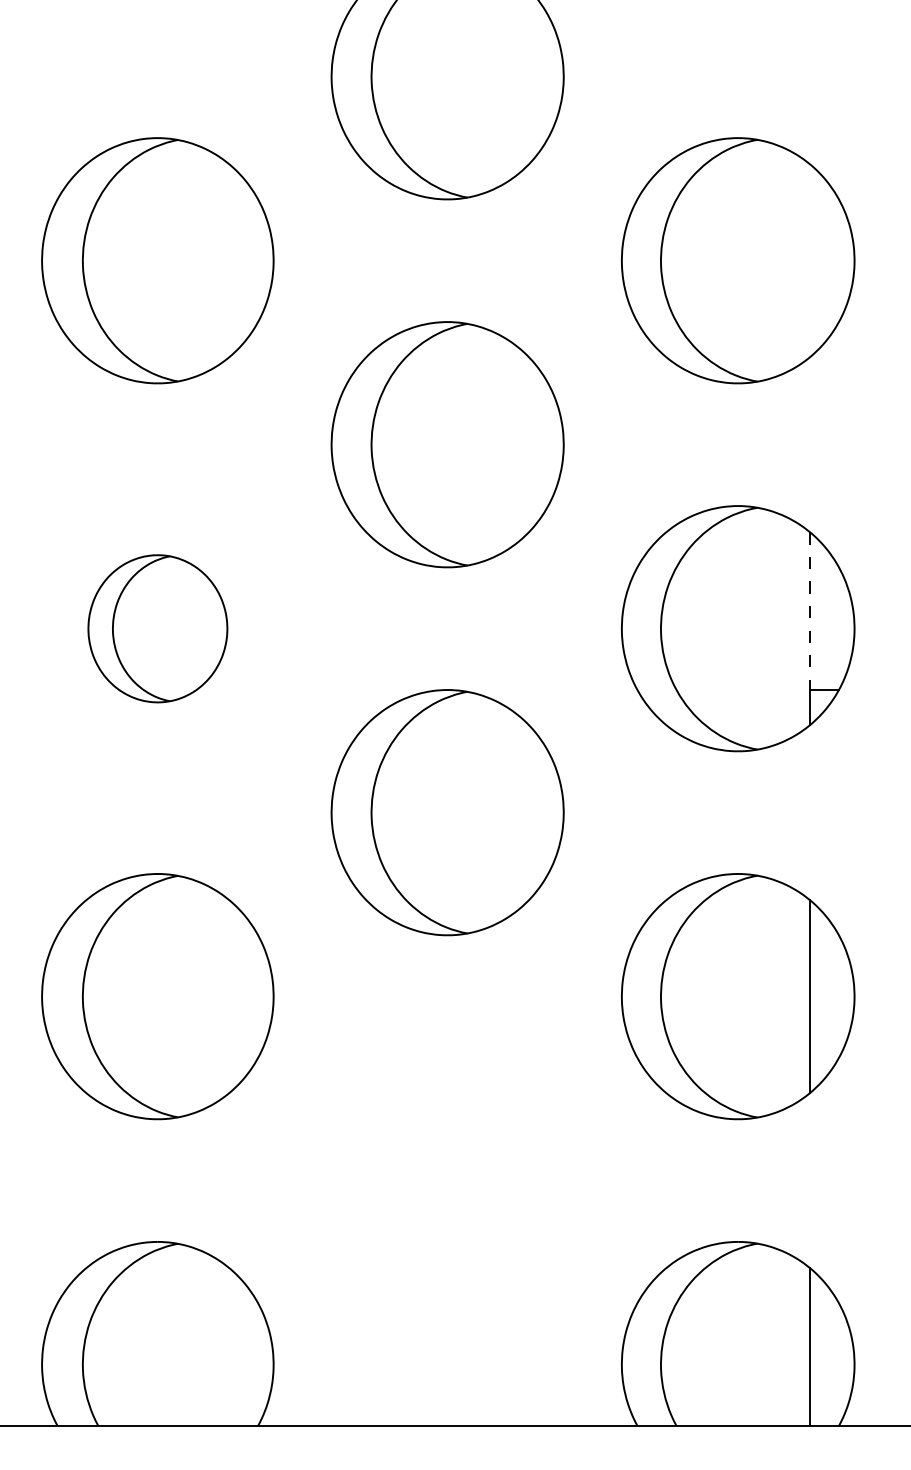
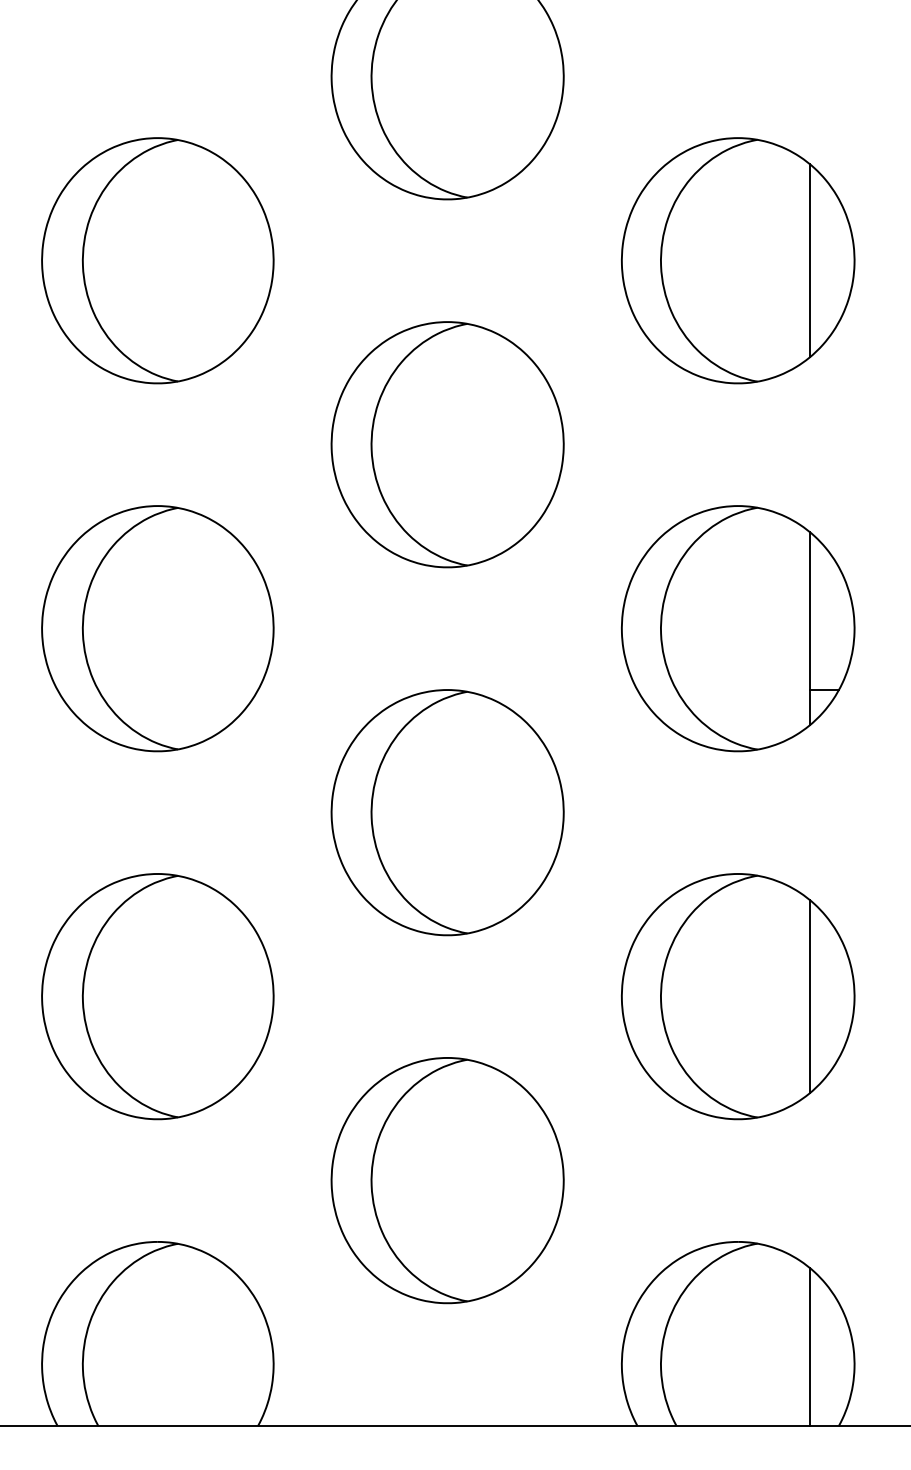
line at (810, 260): none -> present
line at (810, 611): dashed -> solid
part at (157, 628) size: 142x150 px -> 234x248 px
part at (447, 1180): none -> present
